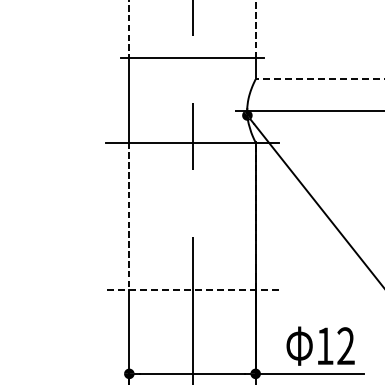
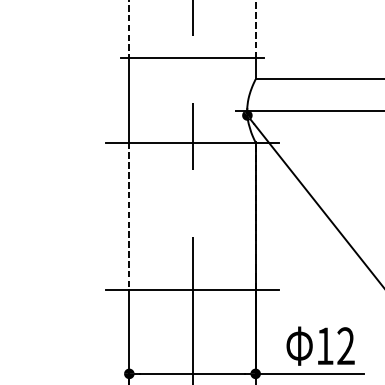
line at (320, 79): dashed -> solid
line at (192, 289): dashed -> solid
